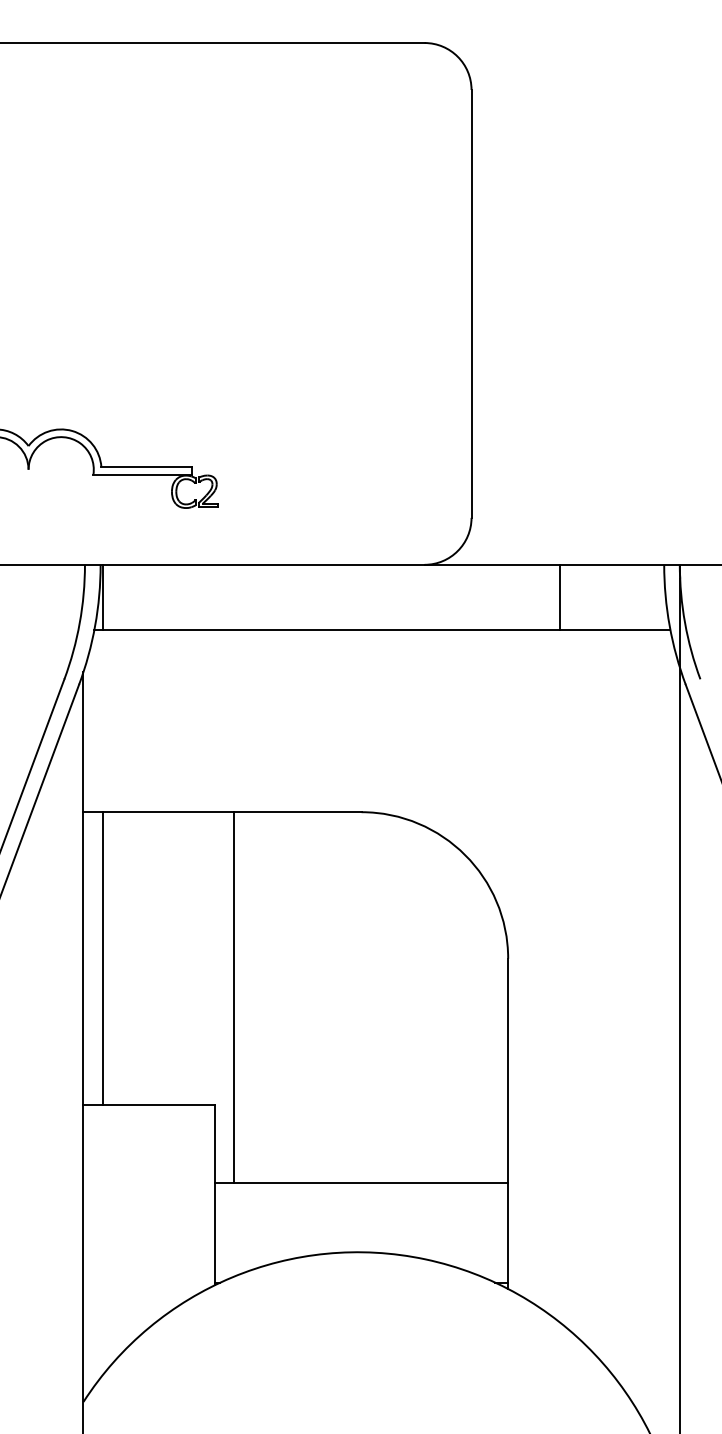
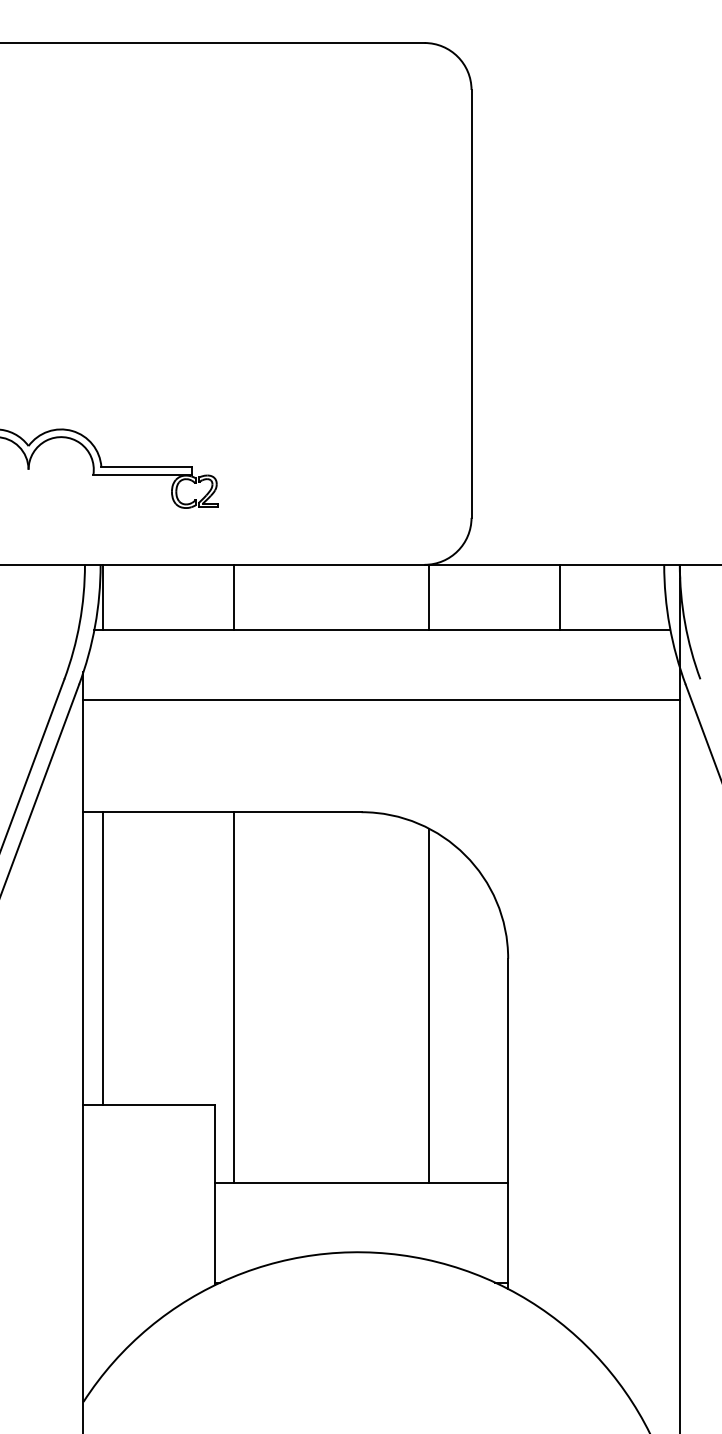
line at (233, 597): none -> present
line at (429, 597): none -> present
line at (381, 700): none -> present
line at (429, 1005): none -> present
